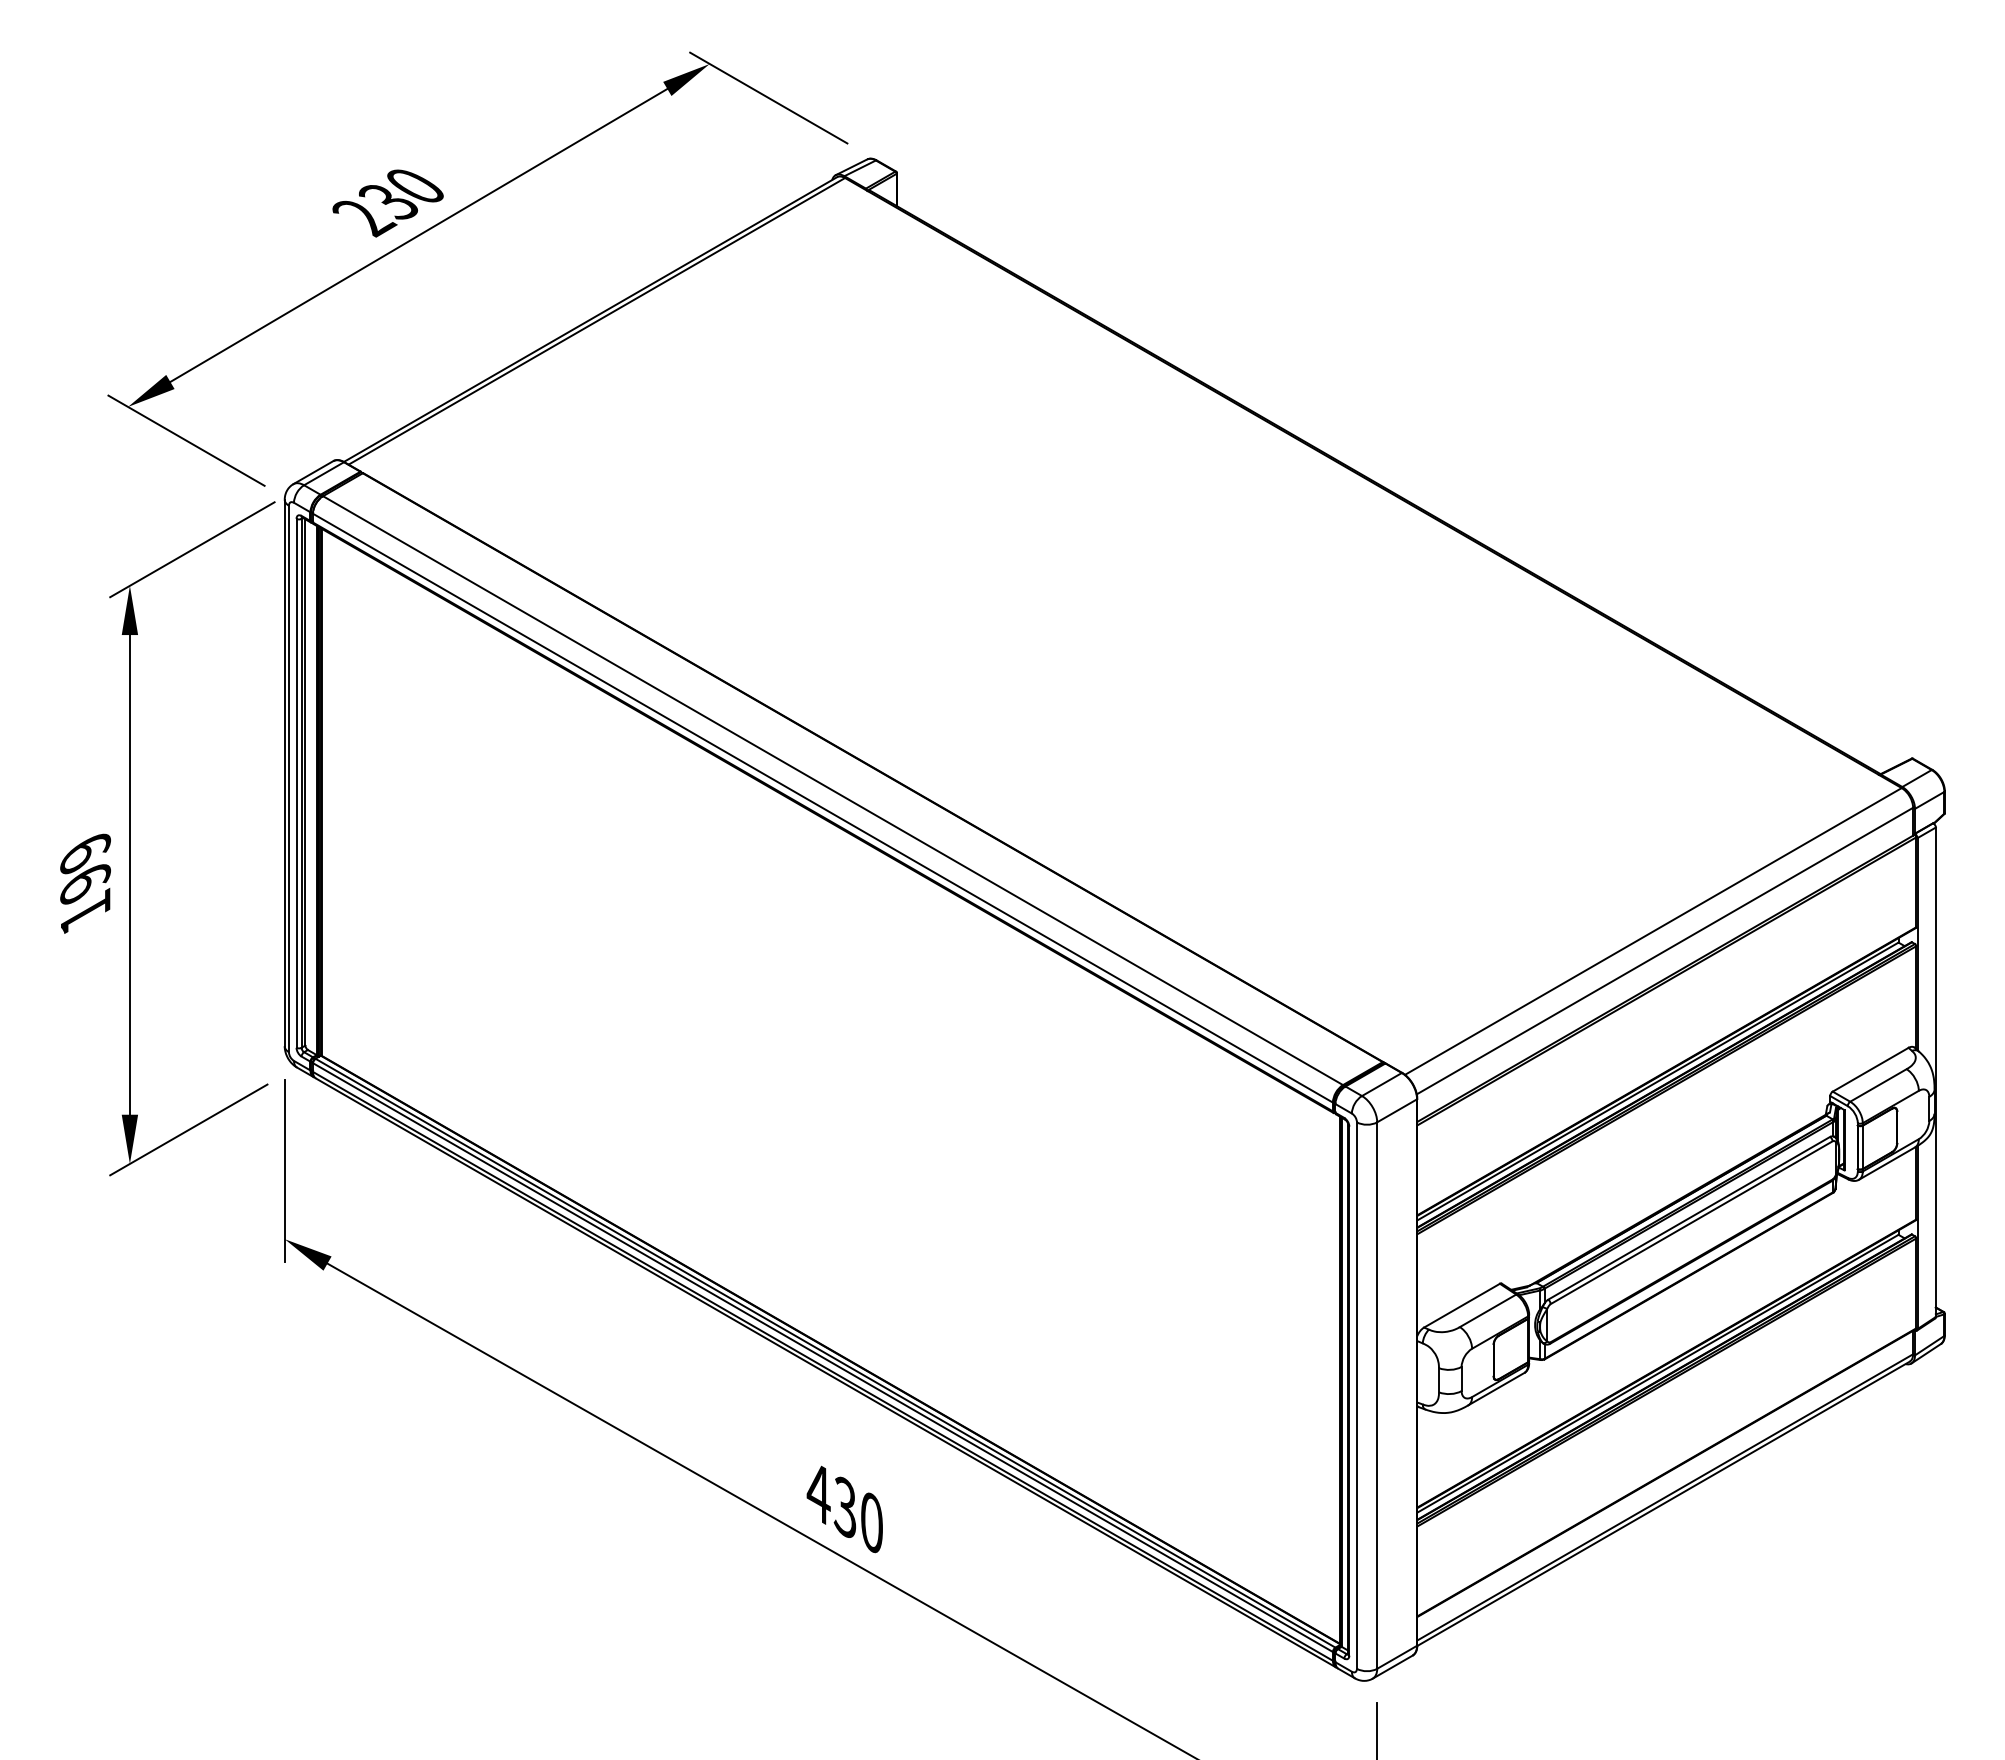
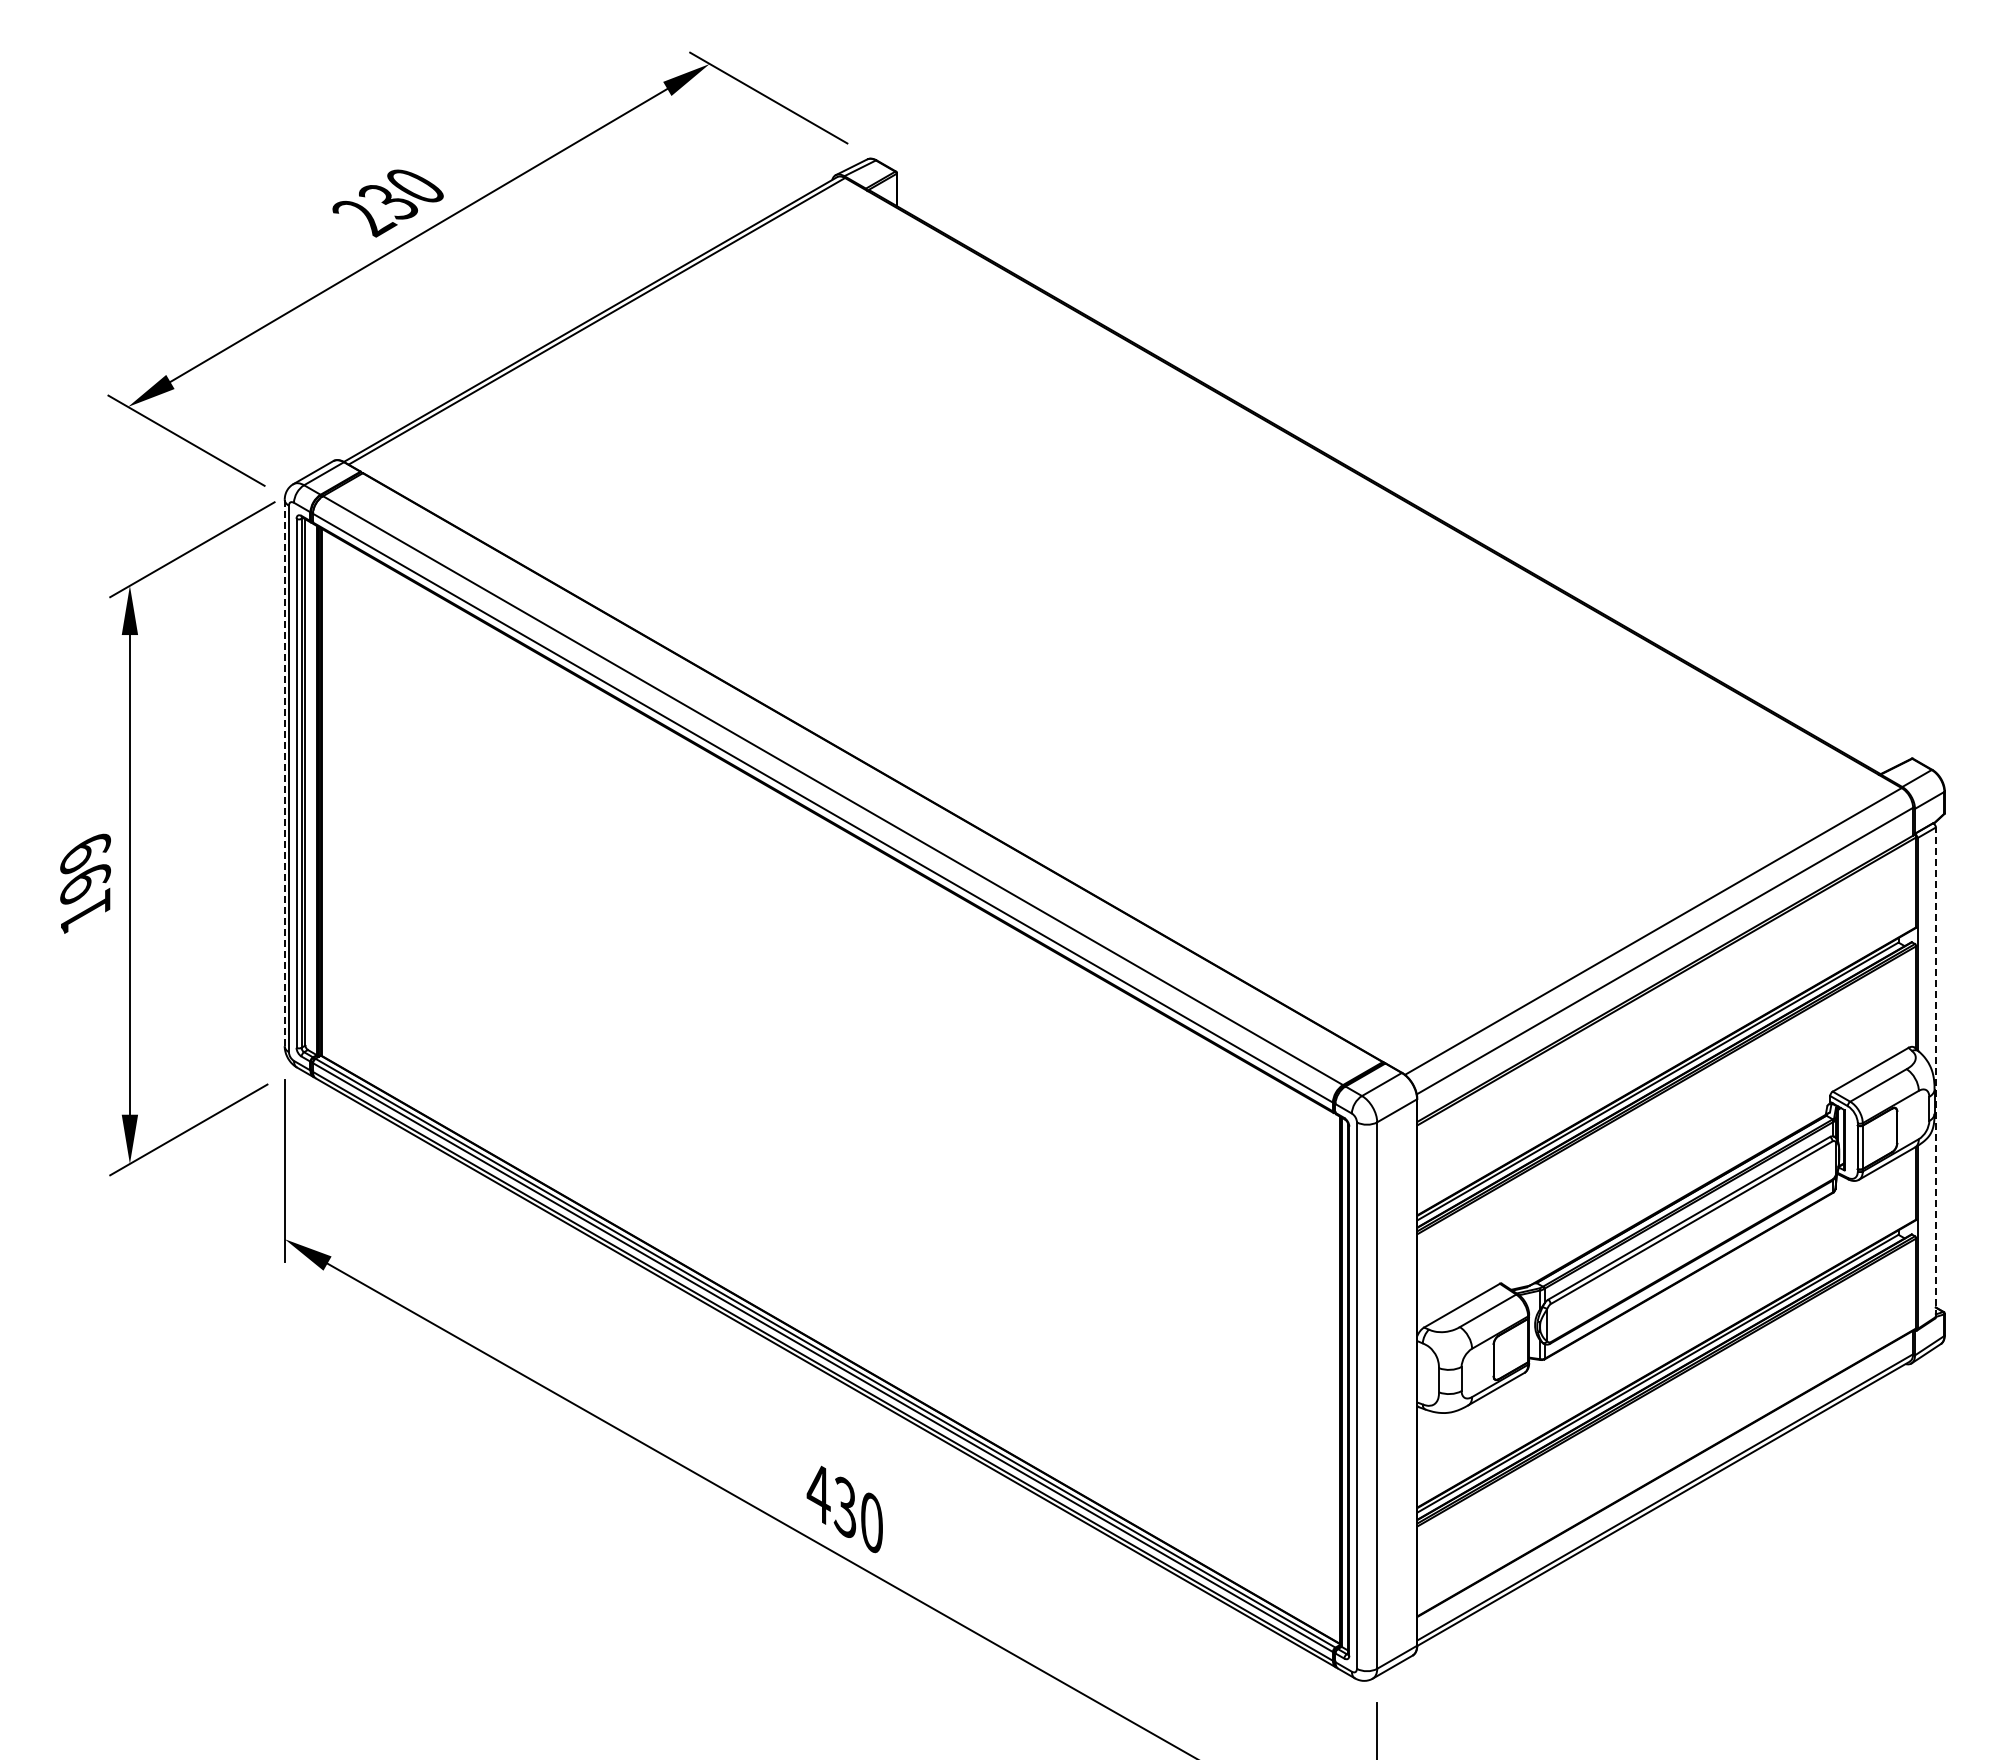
line at (284, 773): solid -> dashed
line at (1935, 1072): solid -> dashed
